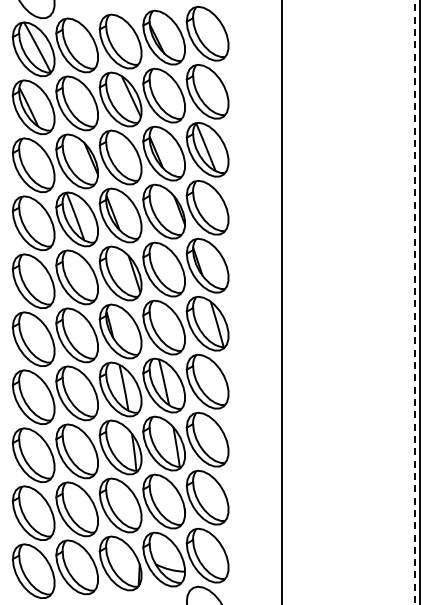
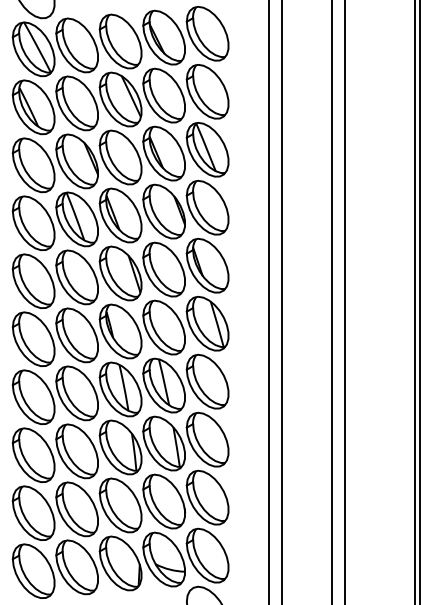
line at (269, 301): none -> present
line at (332, 301): none -> present
line at (344, 301): none -> present
line at (414, 302): dashed -> solid
